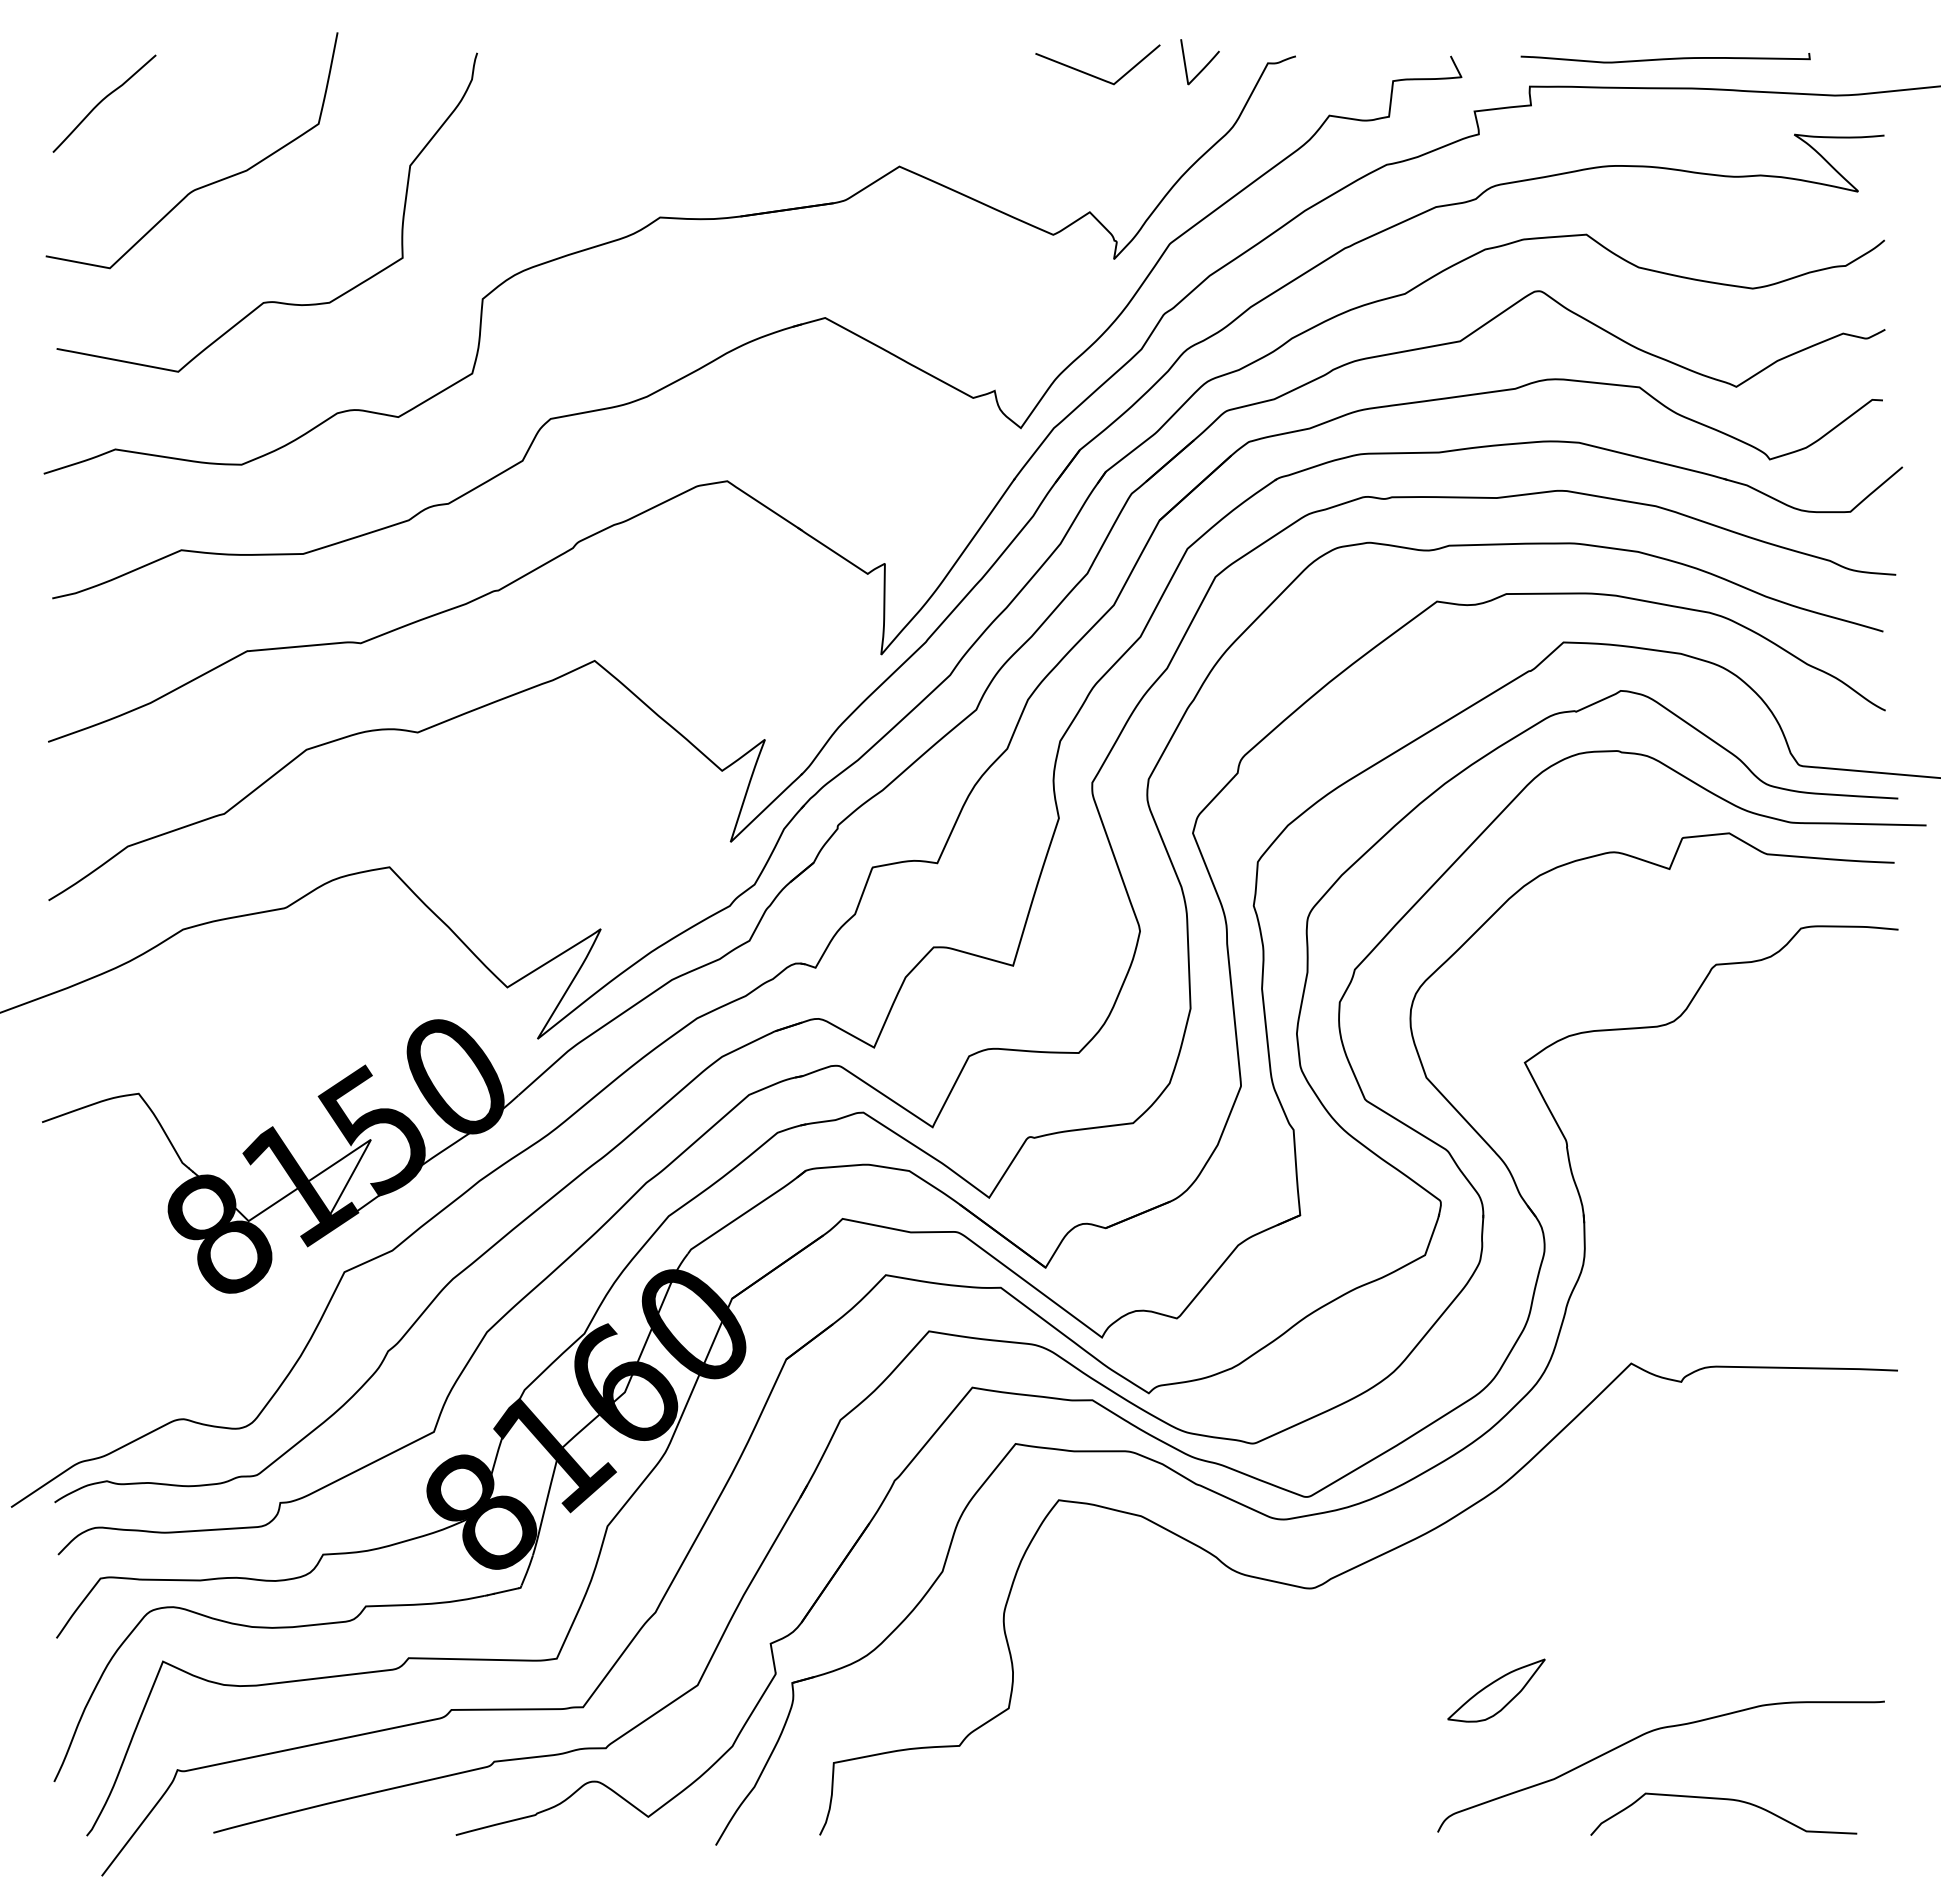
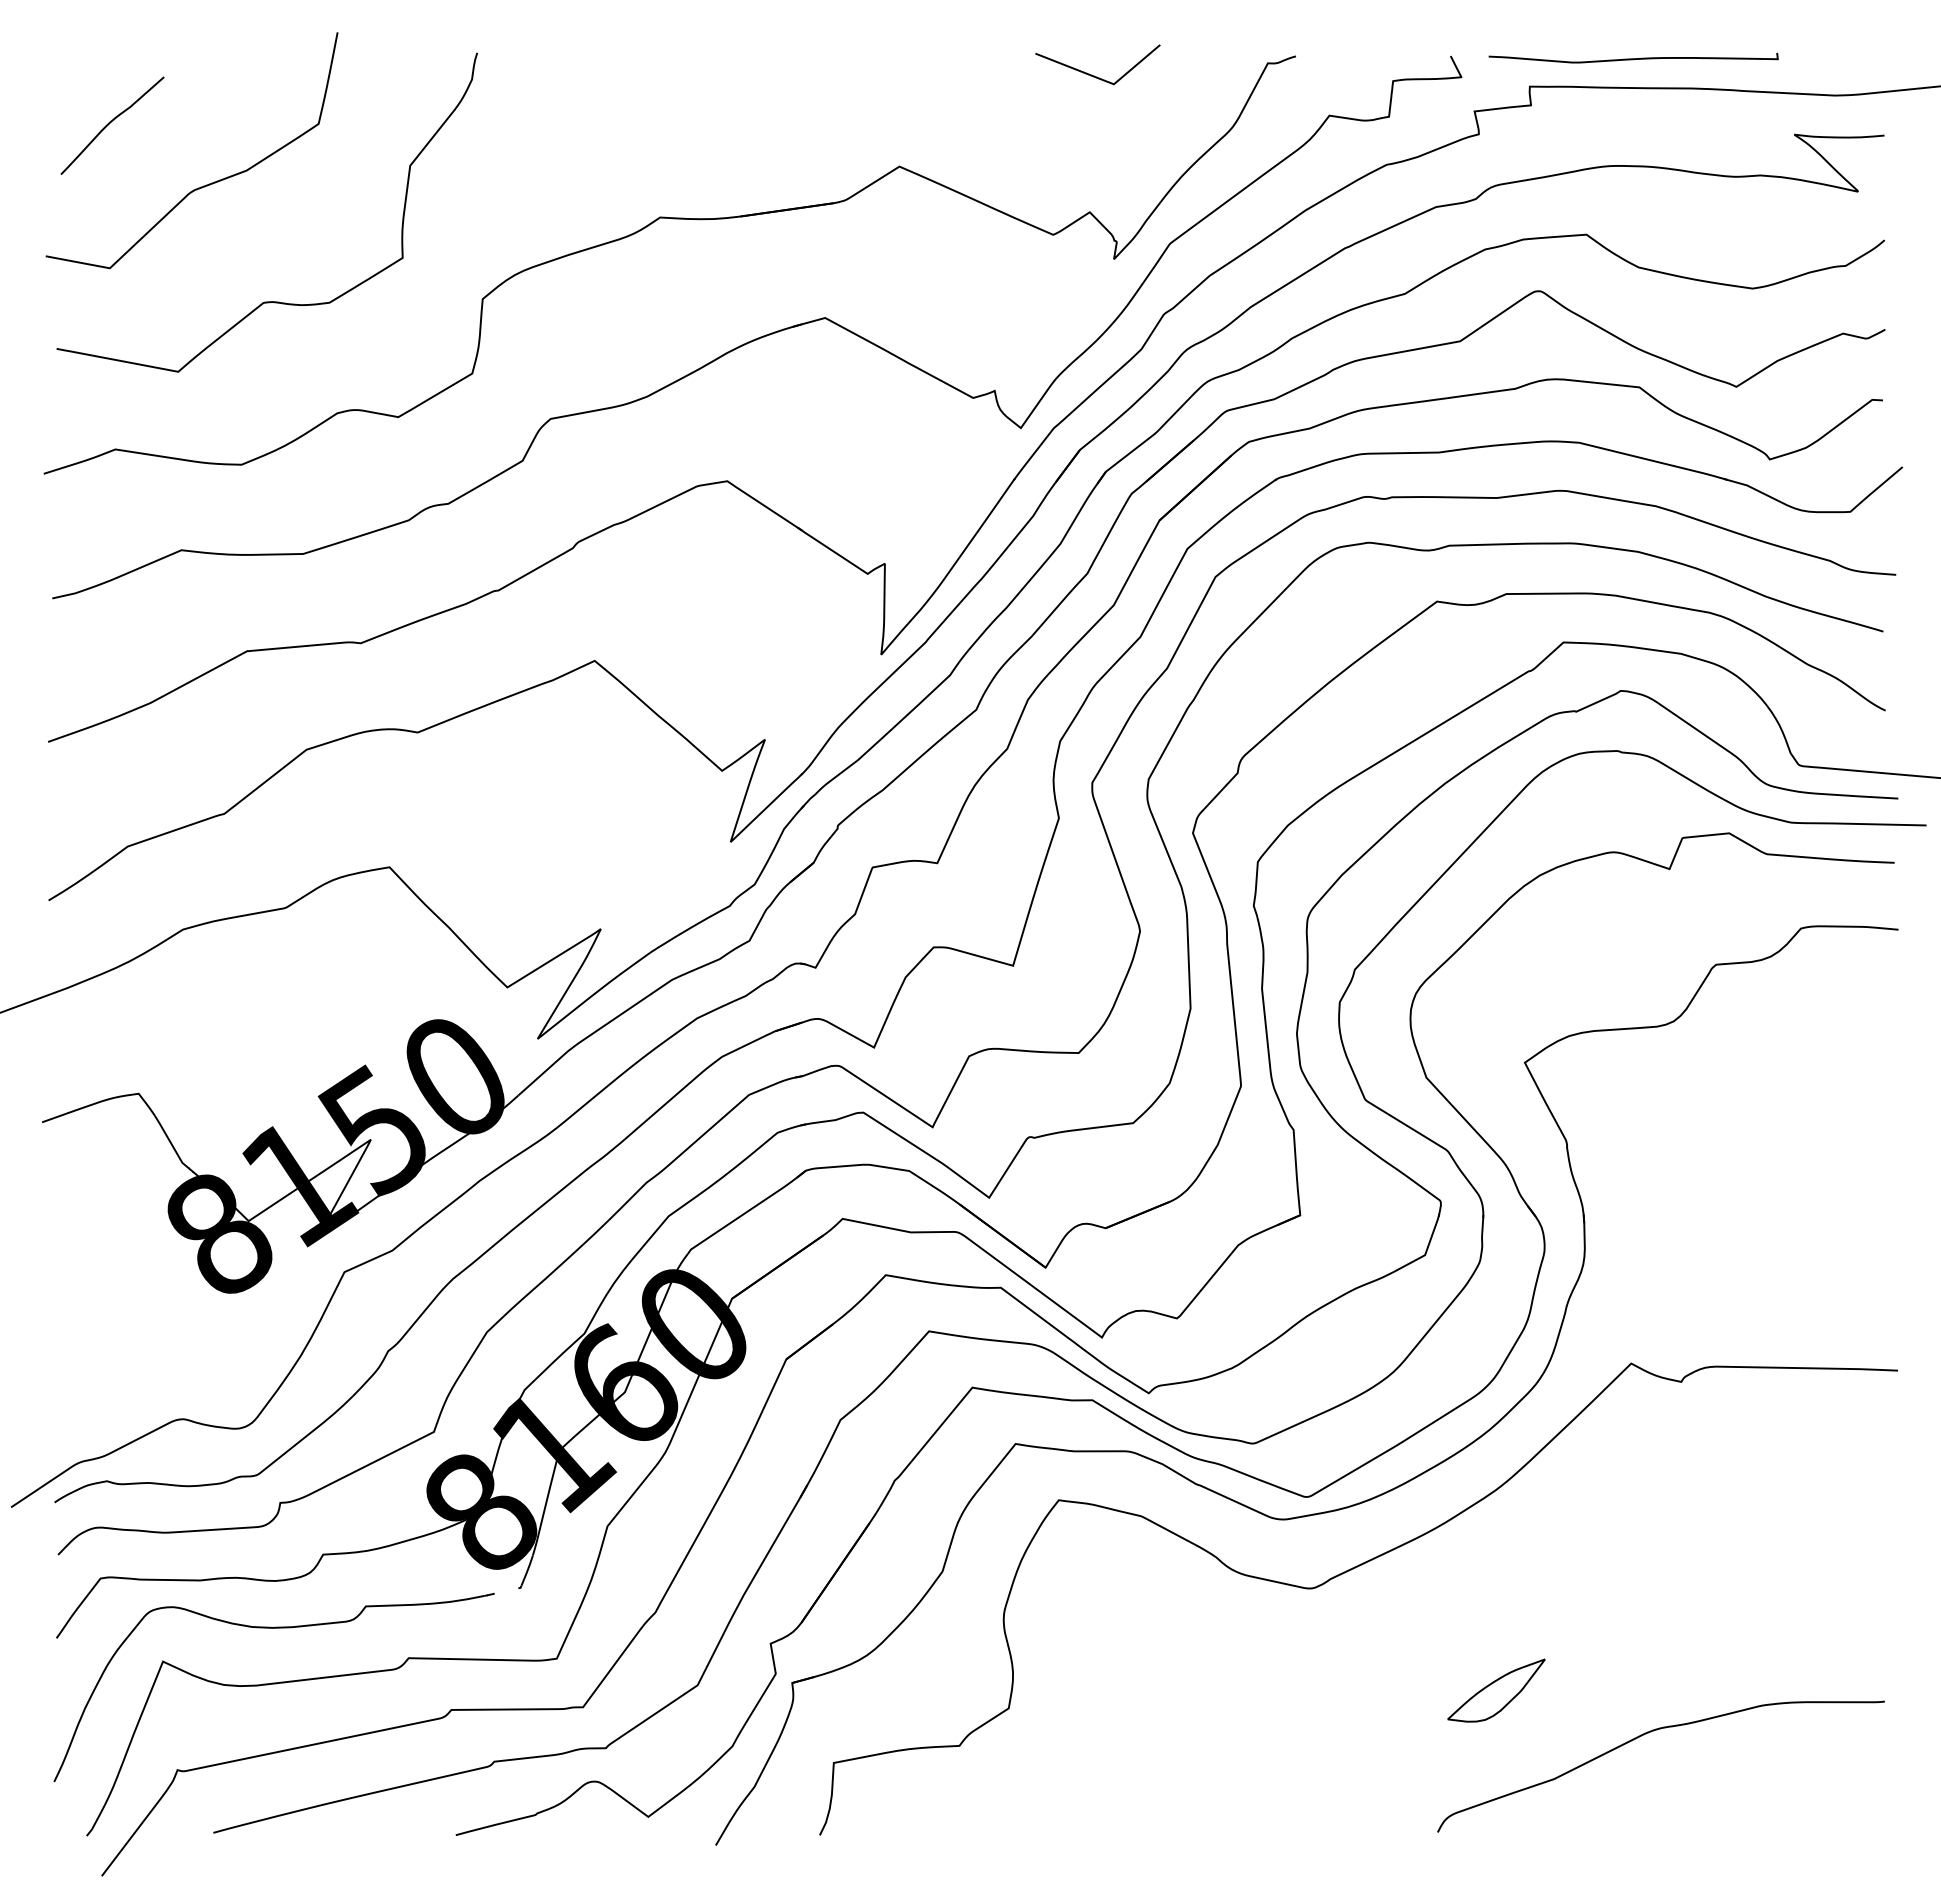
curve at (1665, 58) position: (1665, 58) -> (1633, 58)
curve at (1204, 66): present -> none
curve at (102, 101) position: (102, 101) -> (110, 123)
line at (505, 1590): present -> none
curve at (1726, 1800): present -> none
